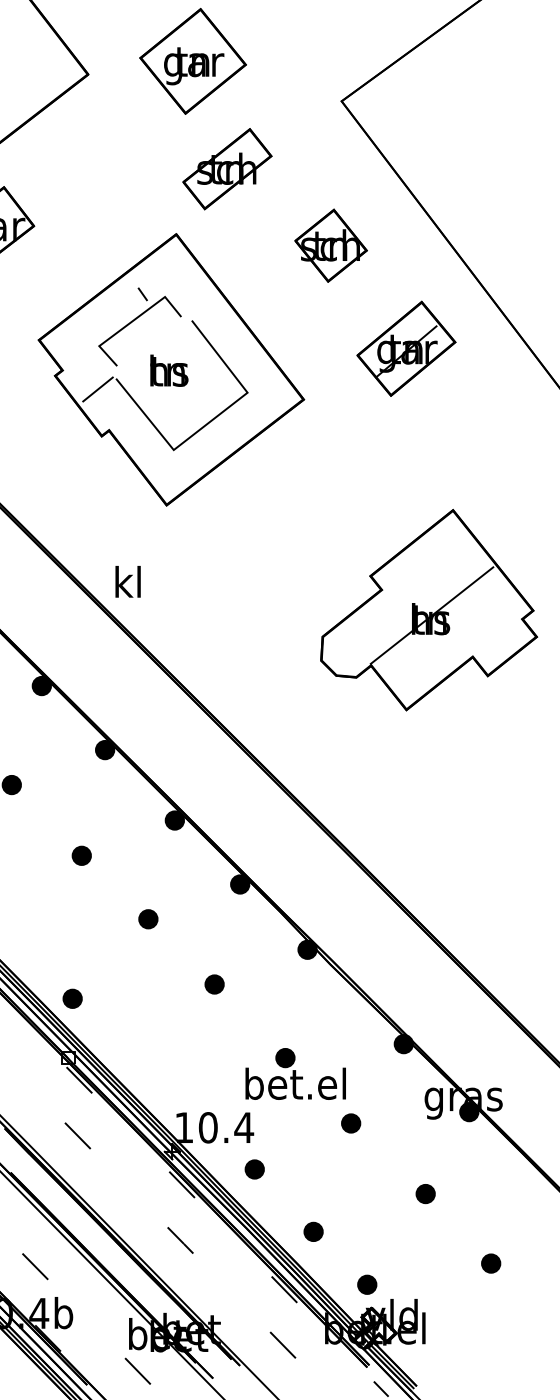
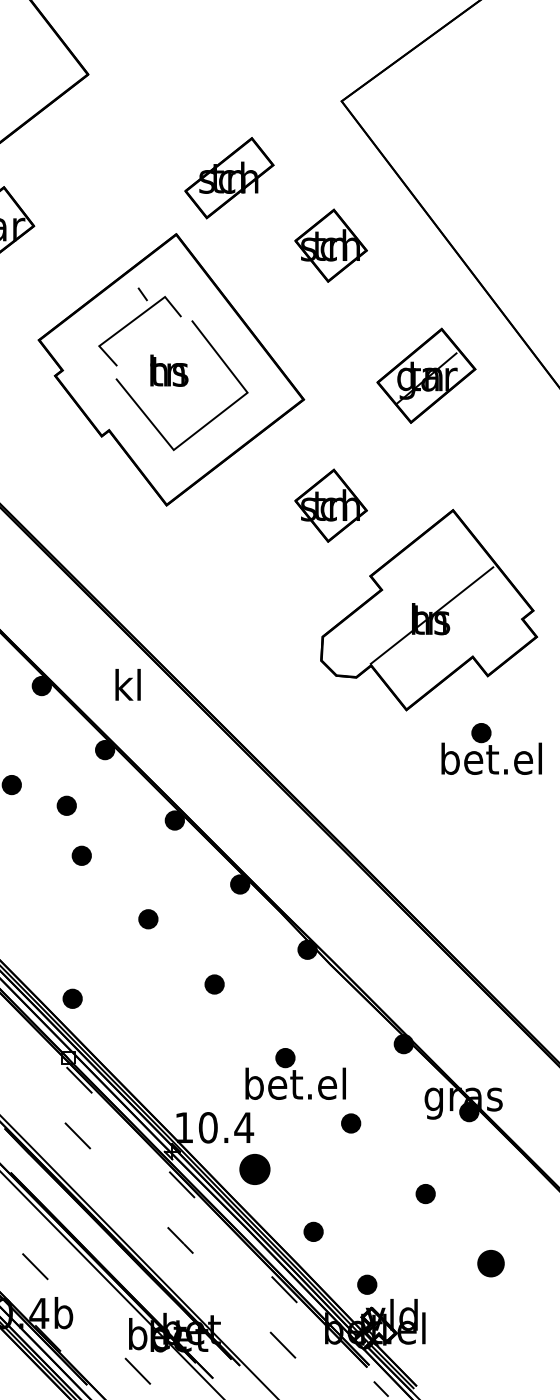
part at (192, 61): present -> none
part at (227, 169) position: (227, 169) -> (229, 178)
part at (406, 348) position: (406, 348) -> (426, 375)
line at (97, 389): present -> none
part at (330, 505): none -> present
text at (127, 581) position: (127, 581) -> (127, 684)
part at (491, 748): none -> present
part at (66, 805): none -> present
part at (254, 1169) size: 21x21 px -> 32x31 px
part at (491, 1263) size: 21x21 px -> 28x29 px
